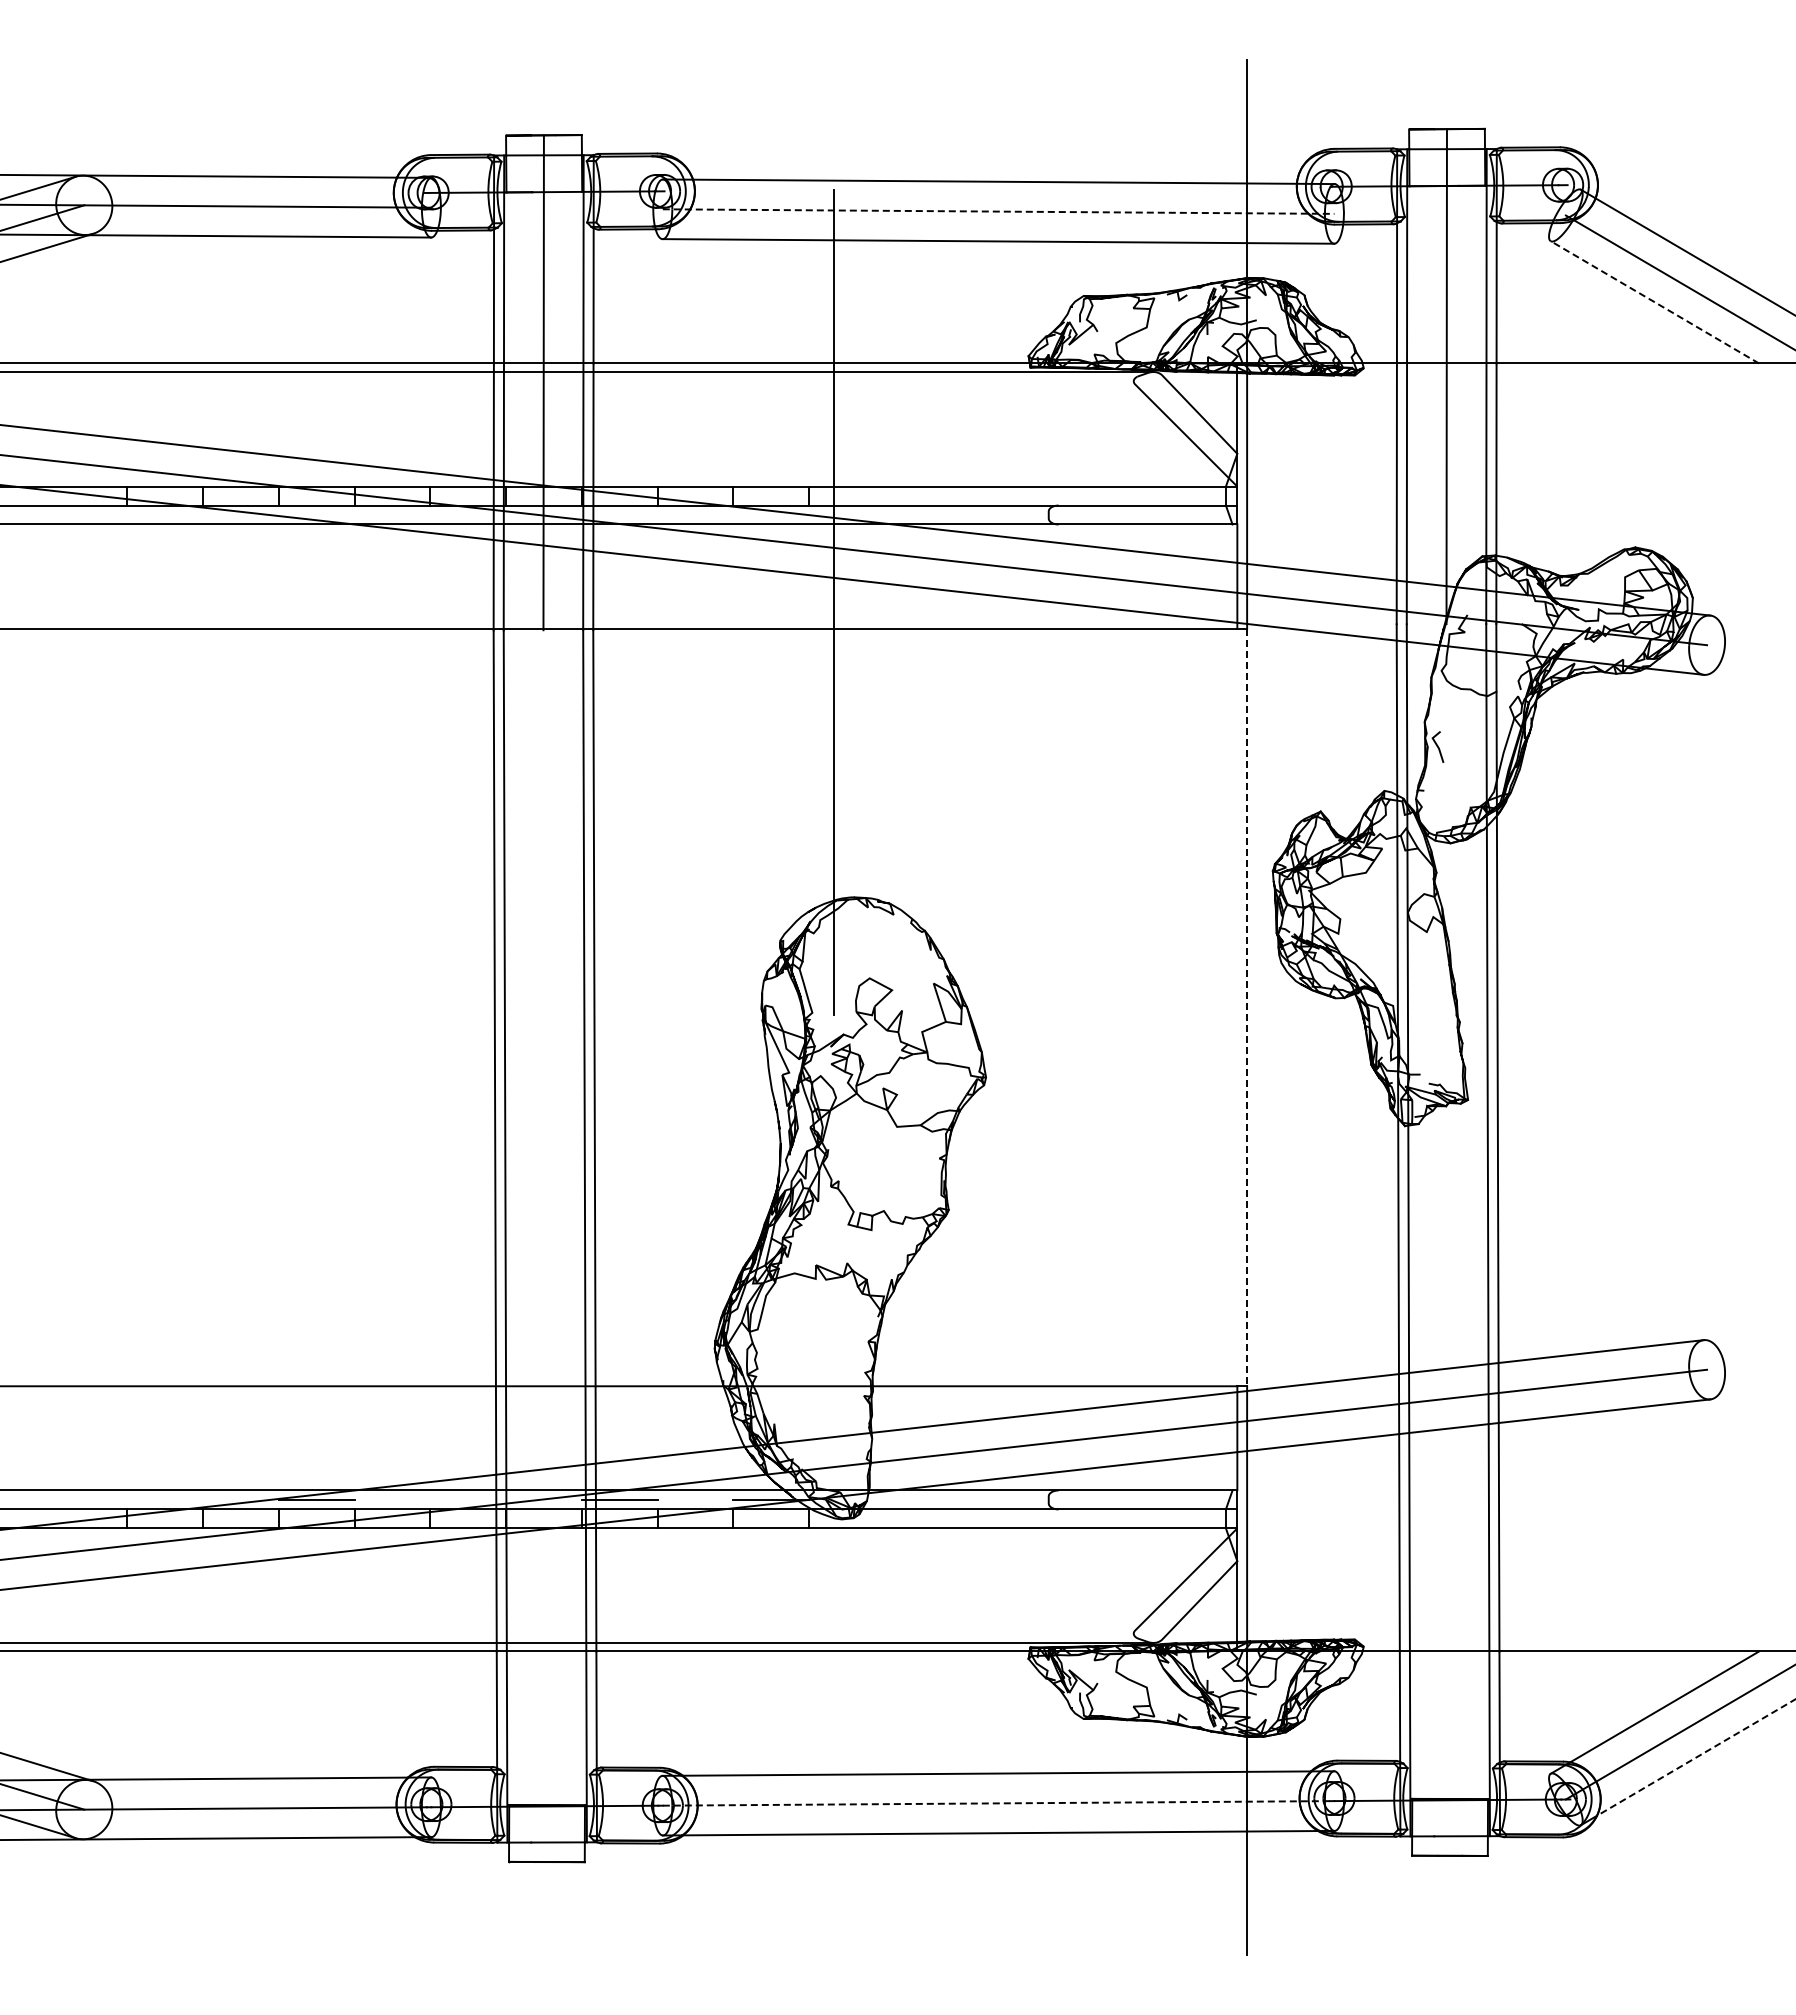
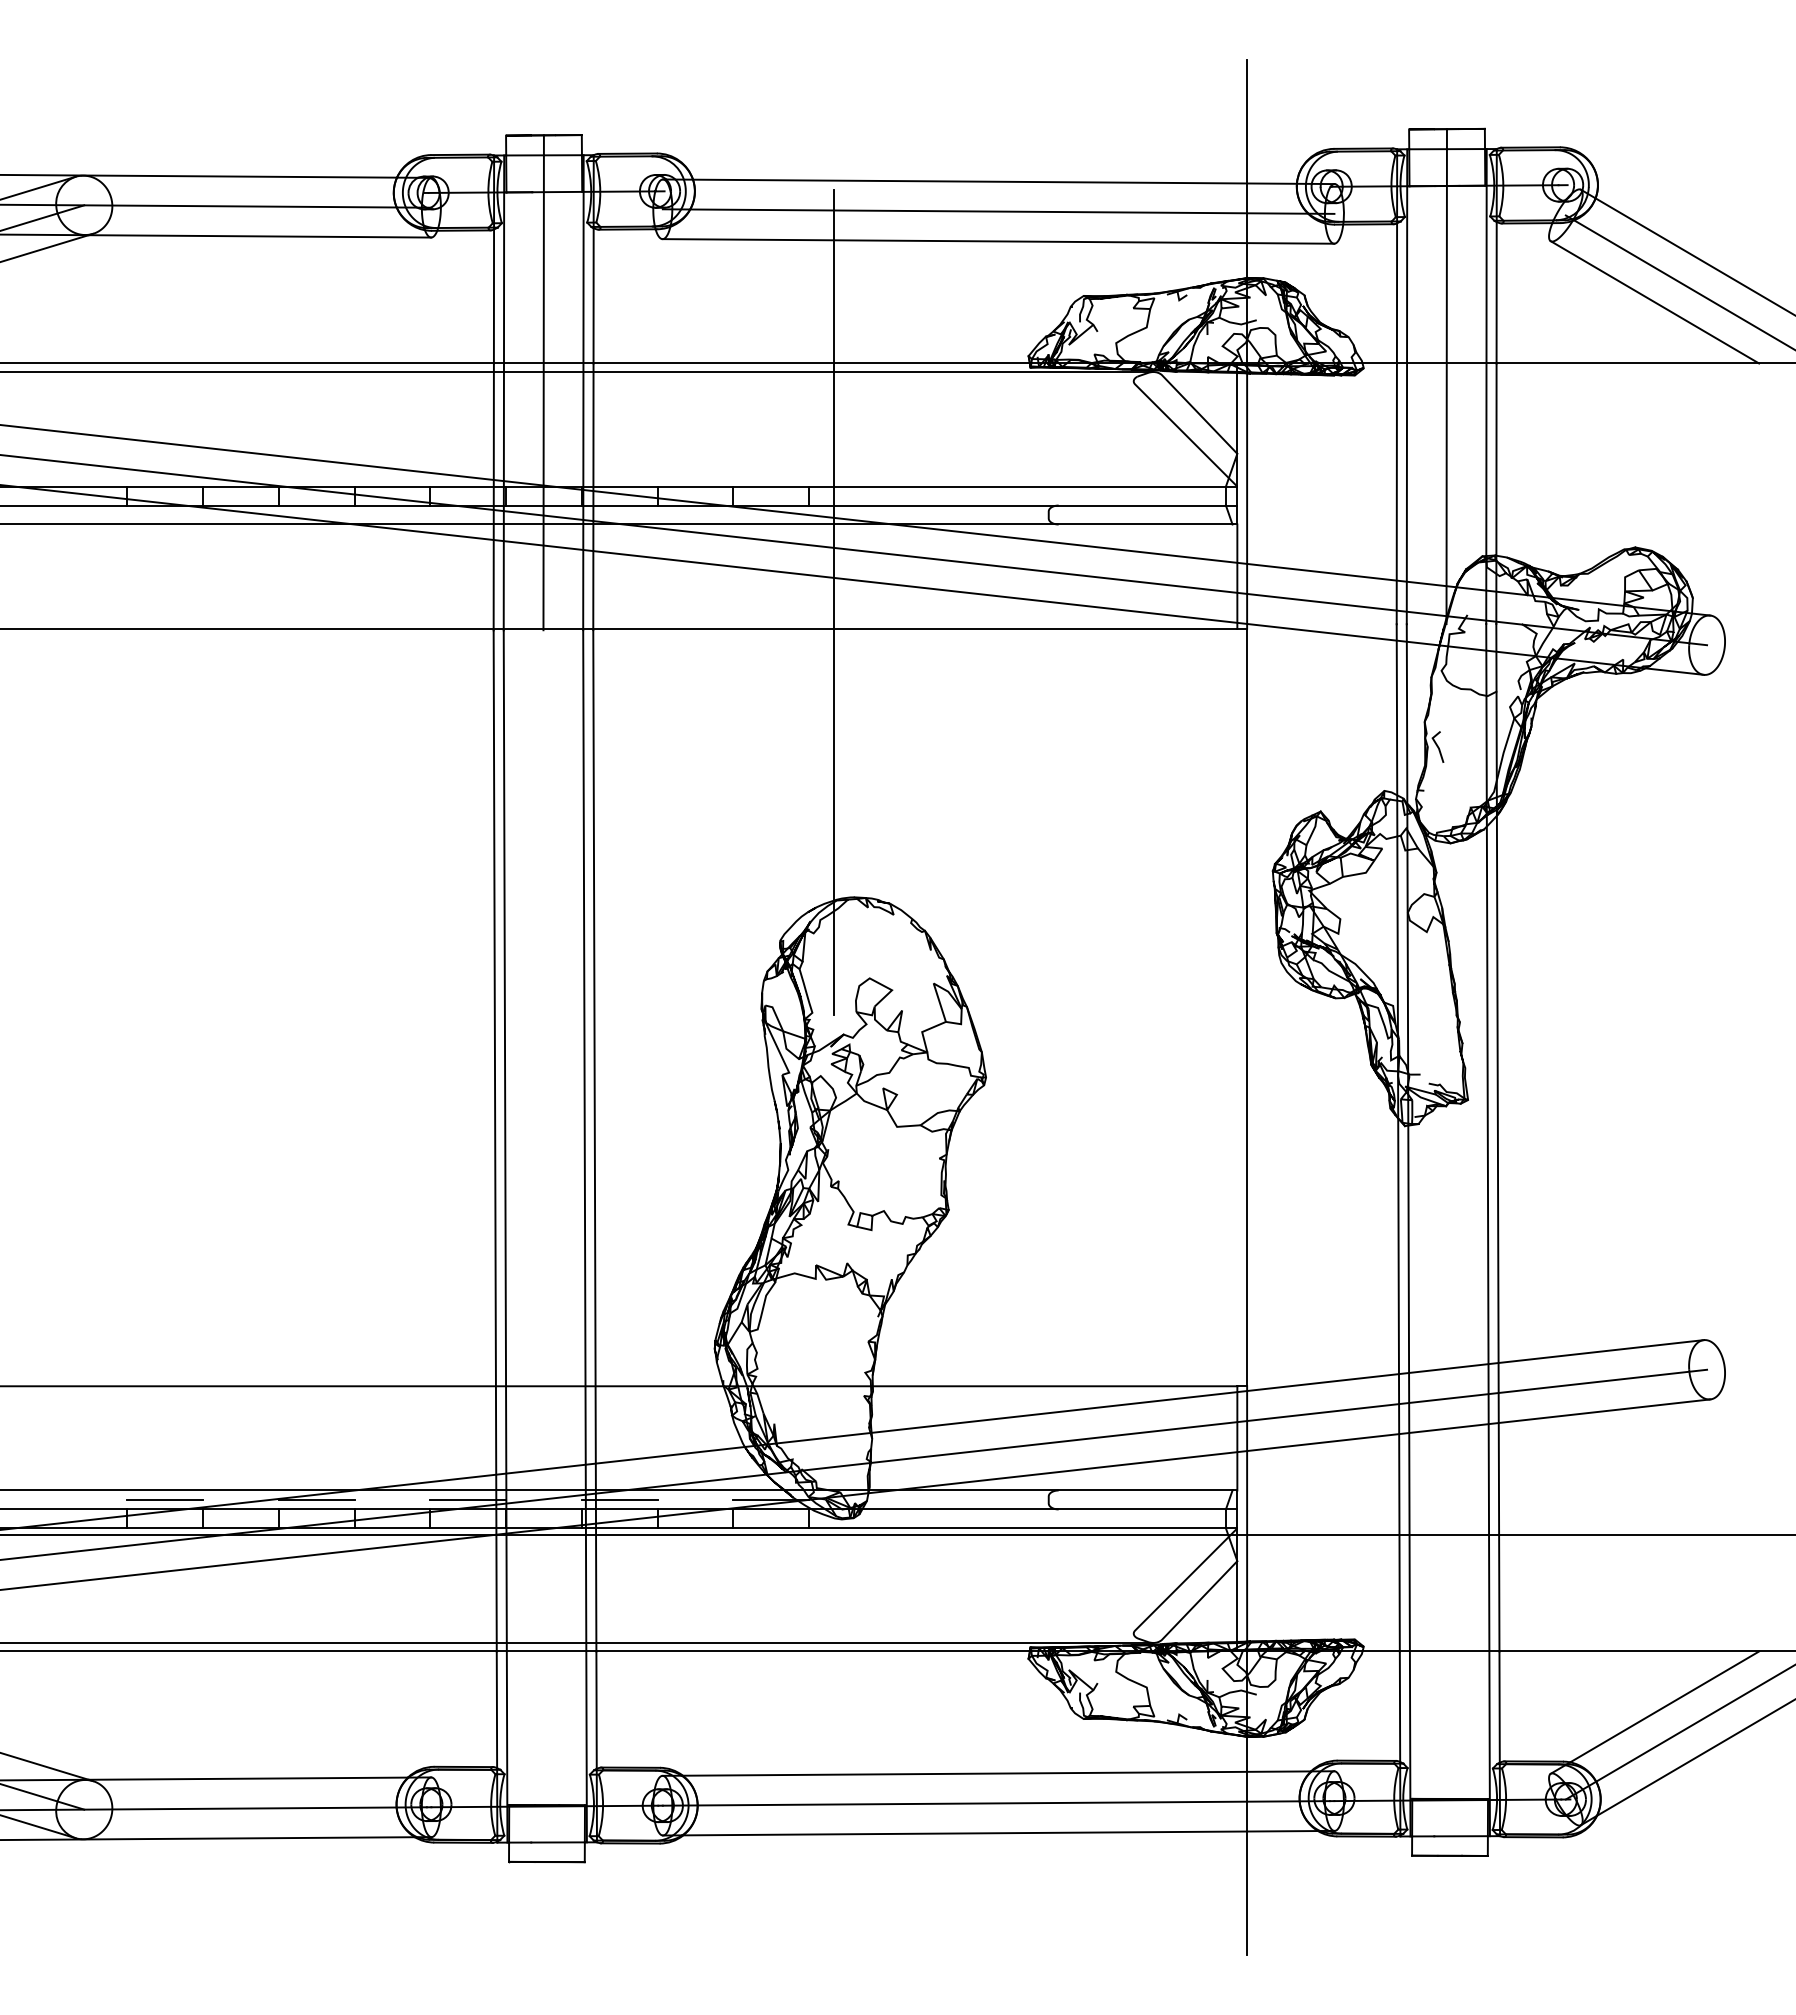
line at (998, 211): dashed -> solid
line at (1654, 302): dashed -> solid
line at (1247, 1007): dashed -> solid
line at (165, 1500): none -> present
line at (468, 1500): none -> present
line at (897, 1535): none -> present
line at (1695, 1757): dashed -> solid
line at (996, 1803): dashed -> solid
